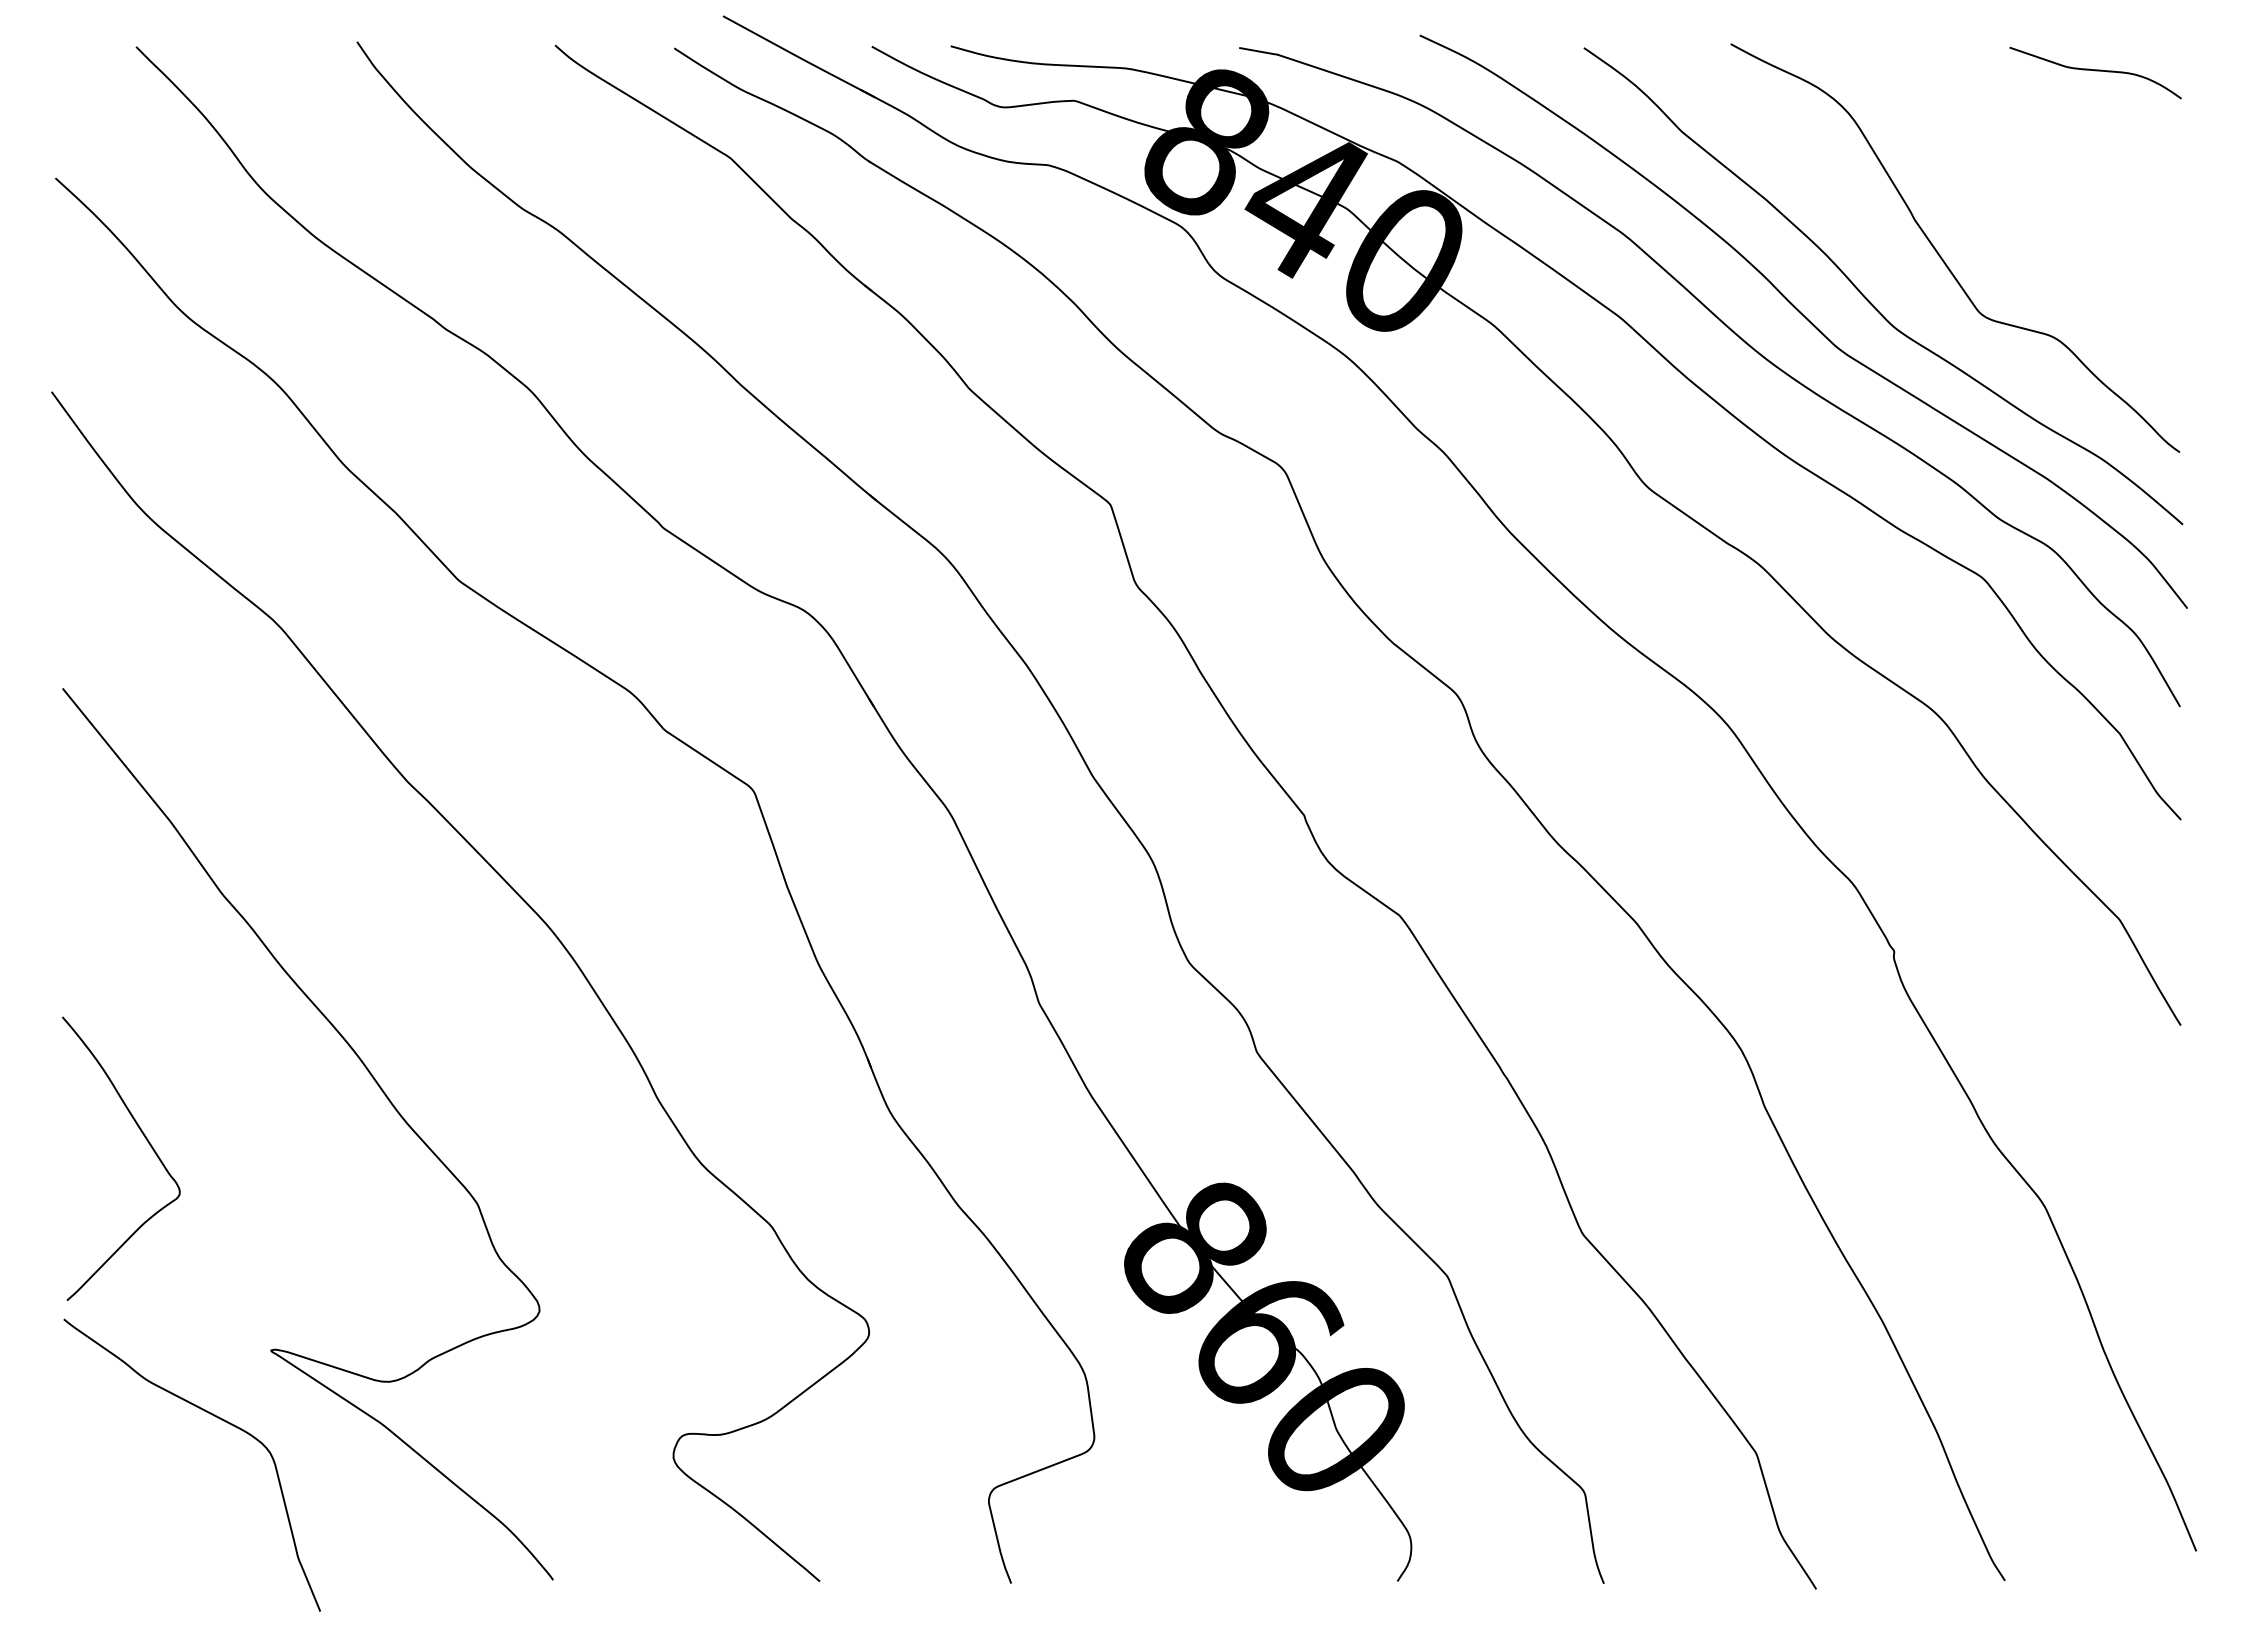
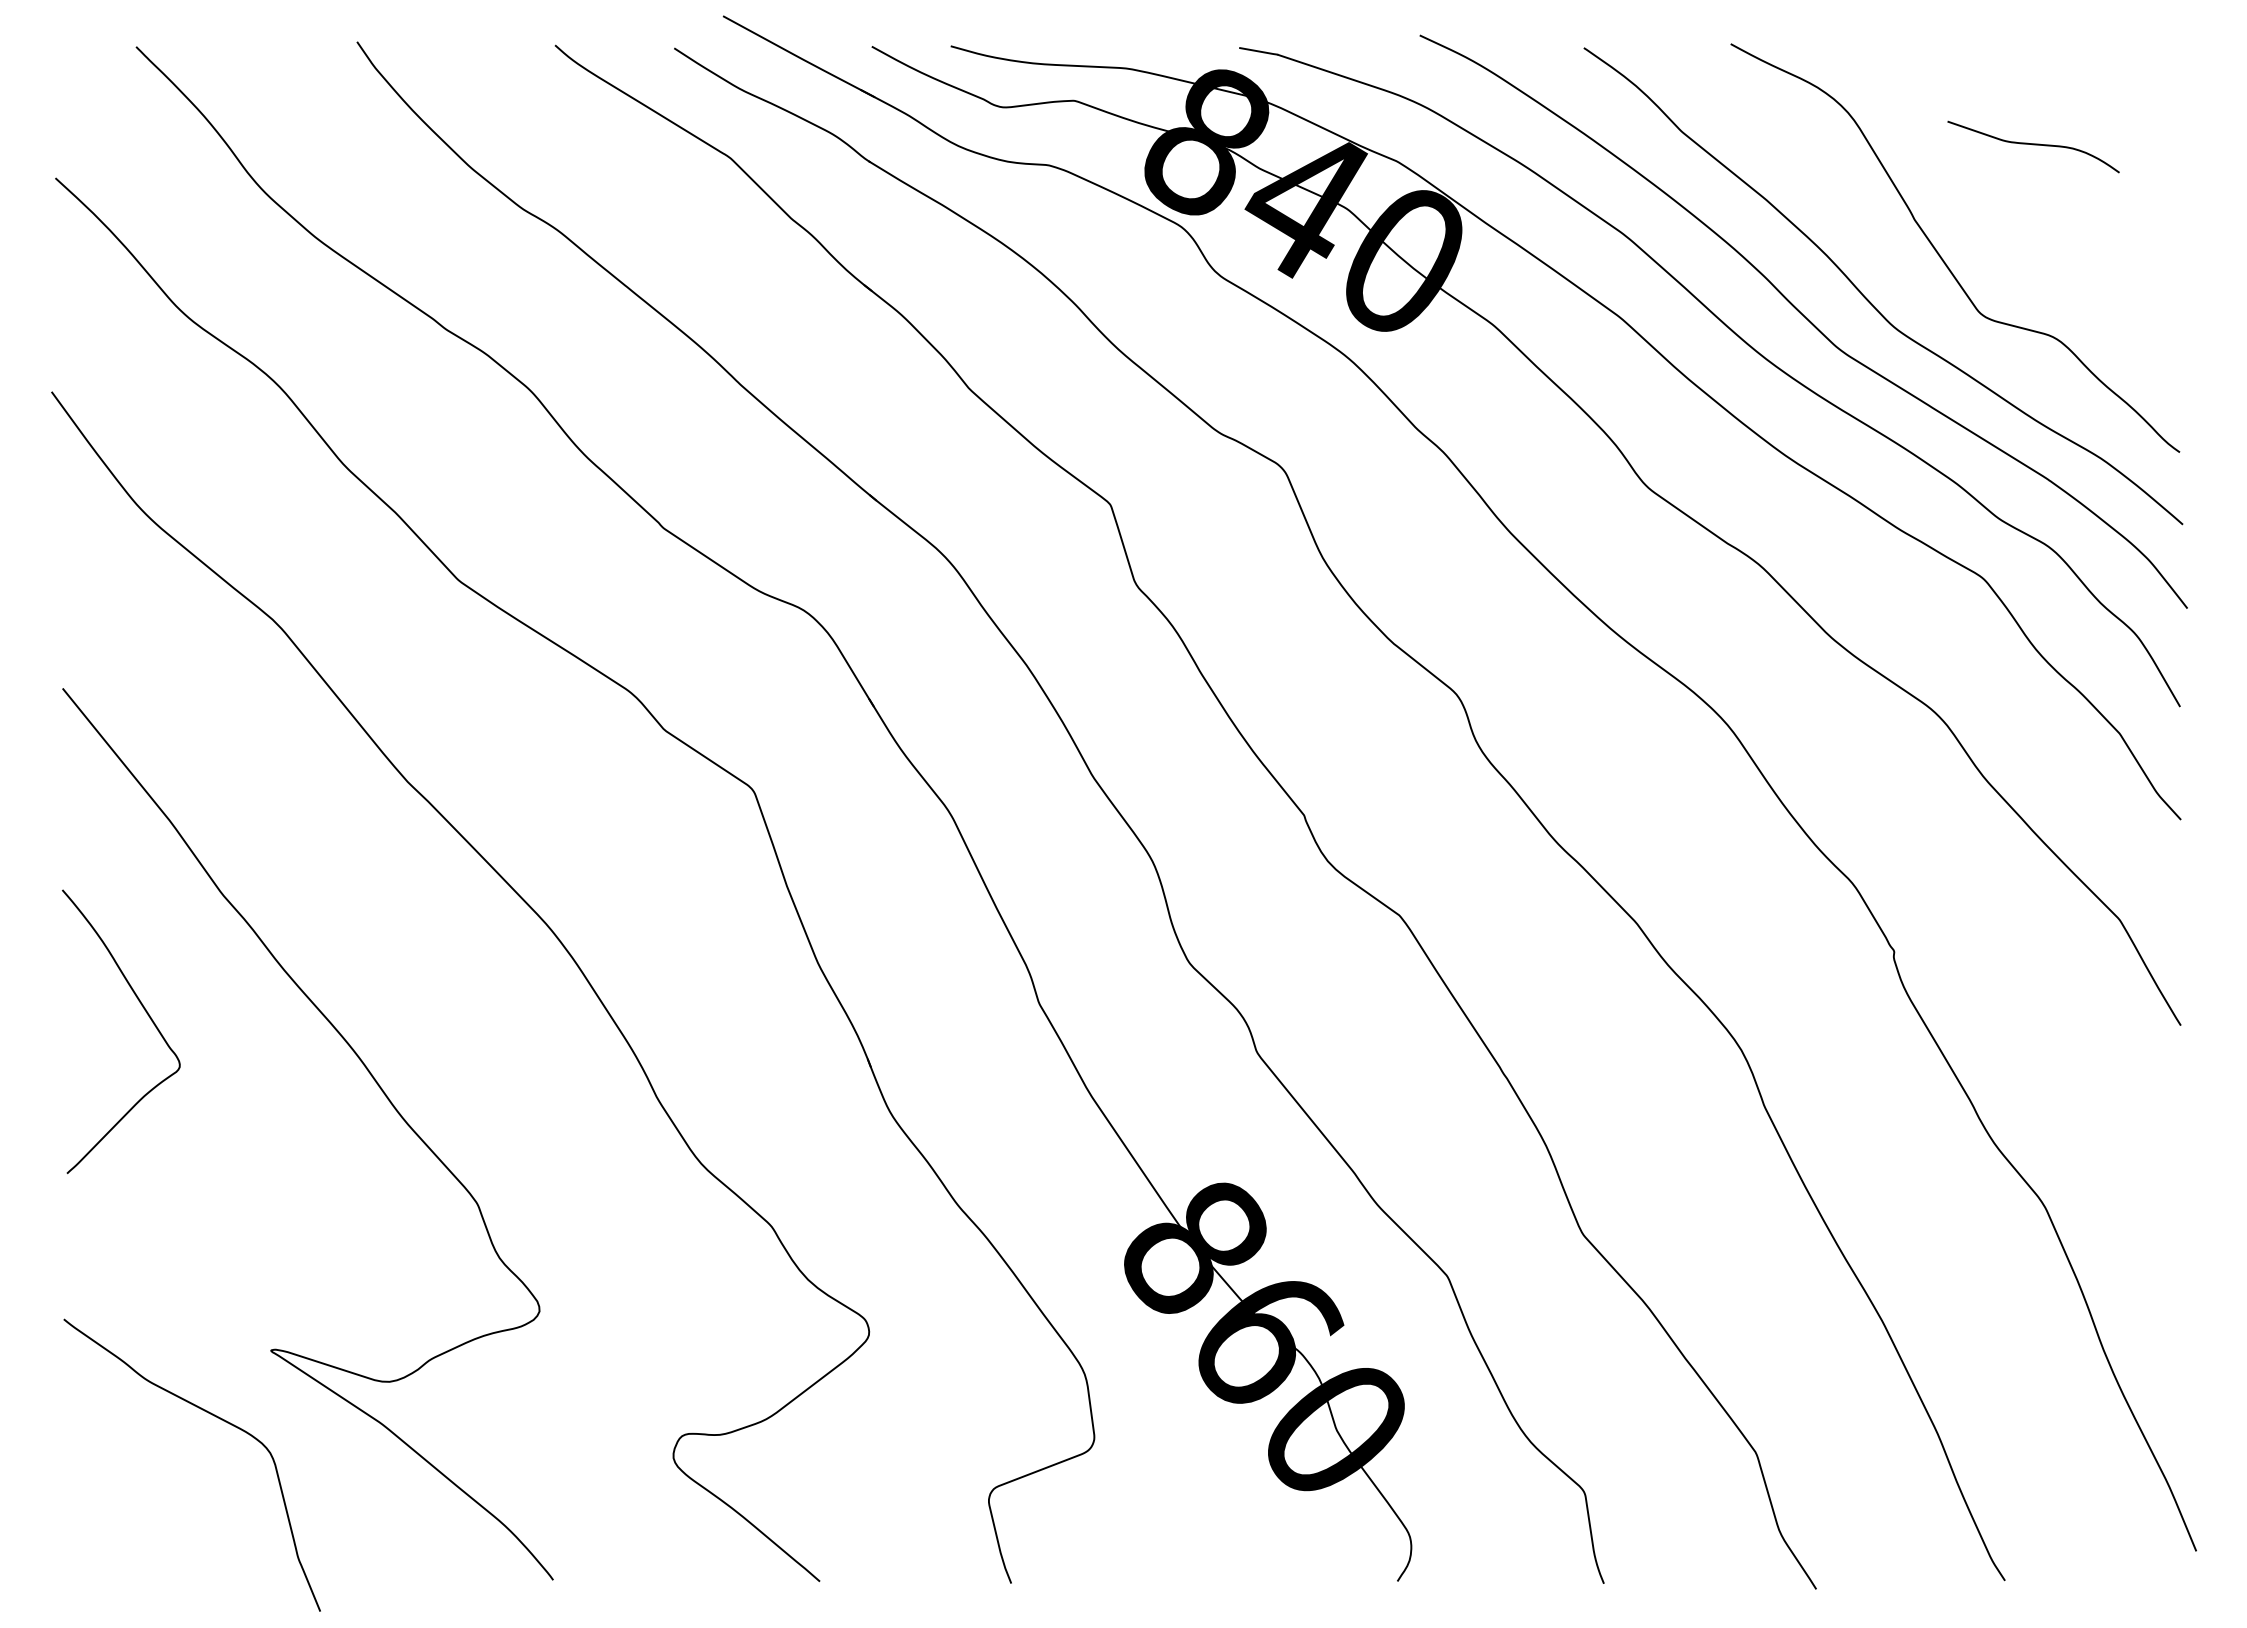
curve at (2095, 71) position: (2095, 71) -> (2033, 145)
curve at (147, 1142) position: (147, 1142) -> (147, 1015)
